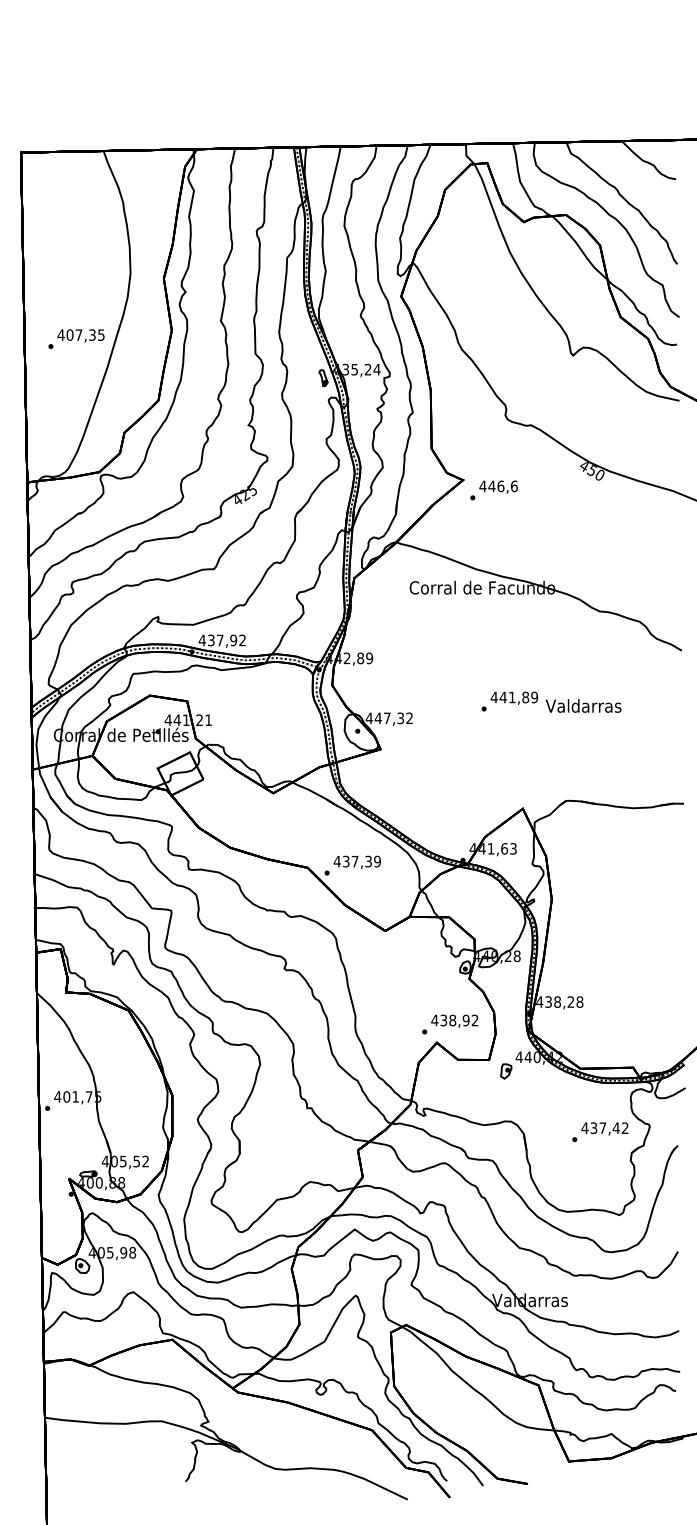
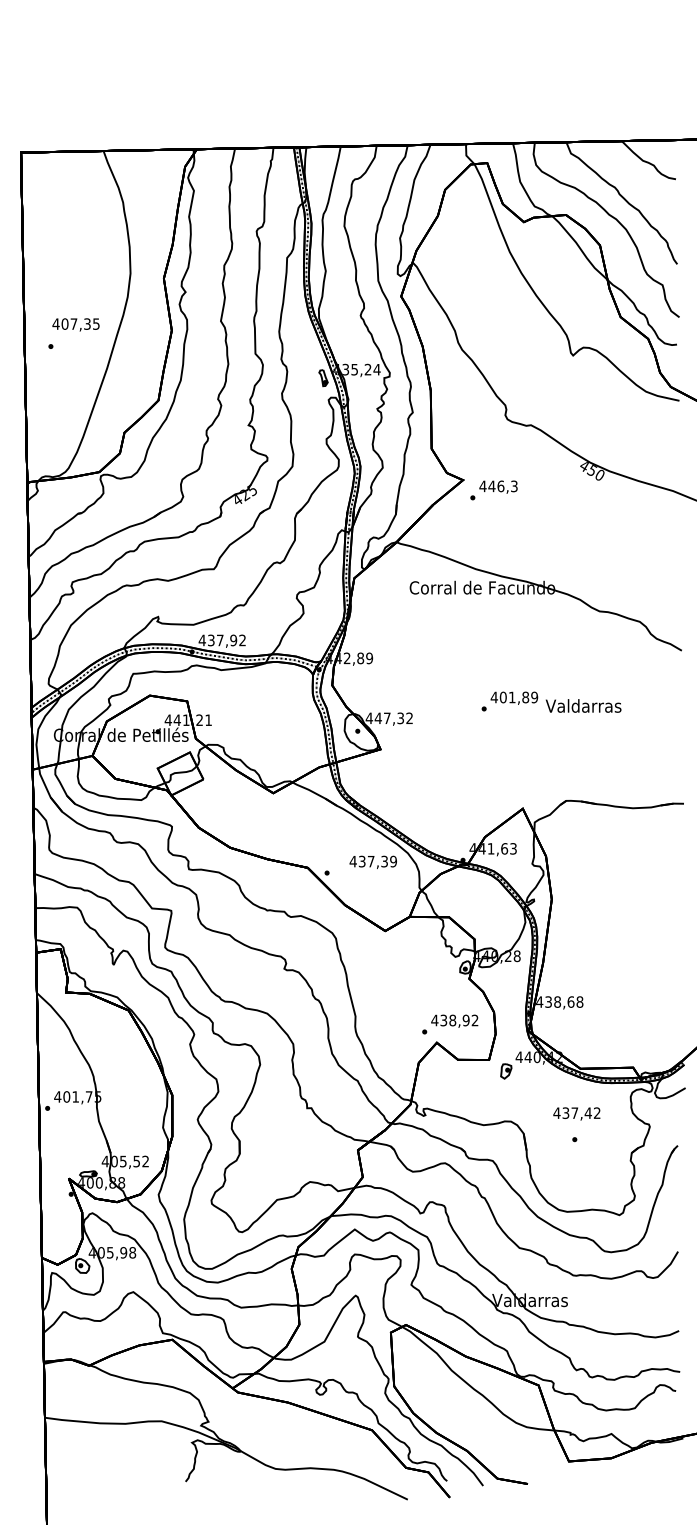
text at (80, 335) position: (80, 335) -> (75, 324)
text at (514, 486): 446,6 -> 446,3
text at (502, 697): 441,89 -> 401,89
text at (356, 861) position: (356, 861) -> (372, 861)
text at (570, 1001): 438,28 -> 438,68
text at (604, 1128) position: (604, 1128) -> (576, 1113)
